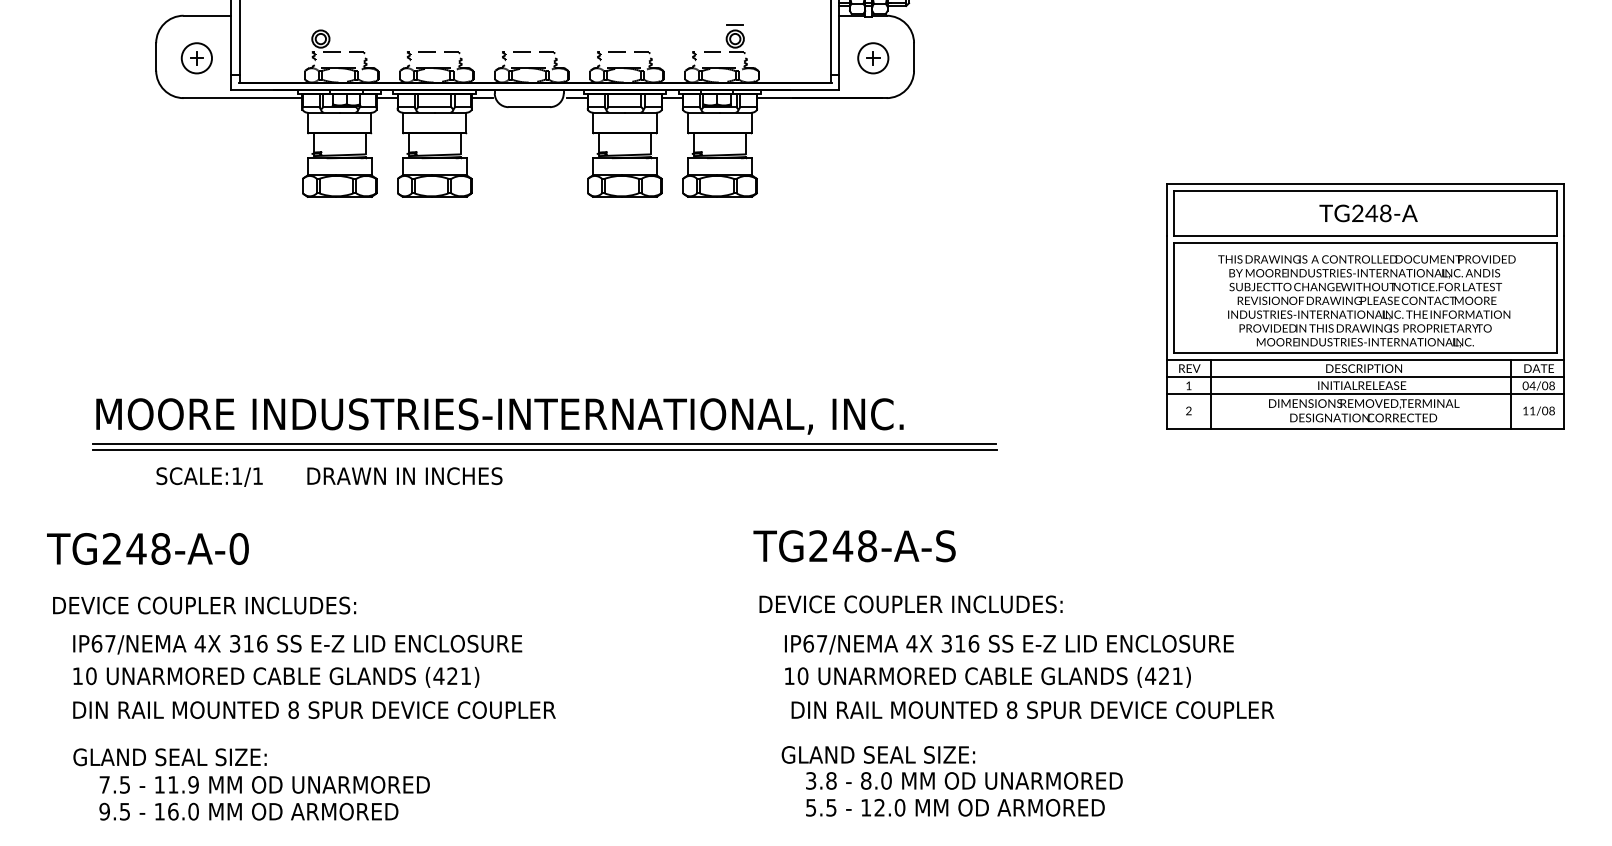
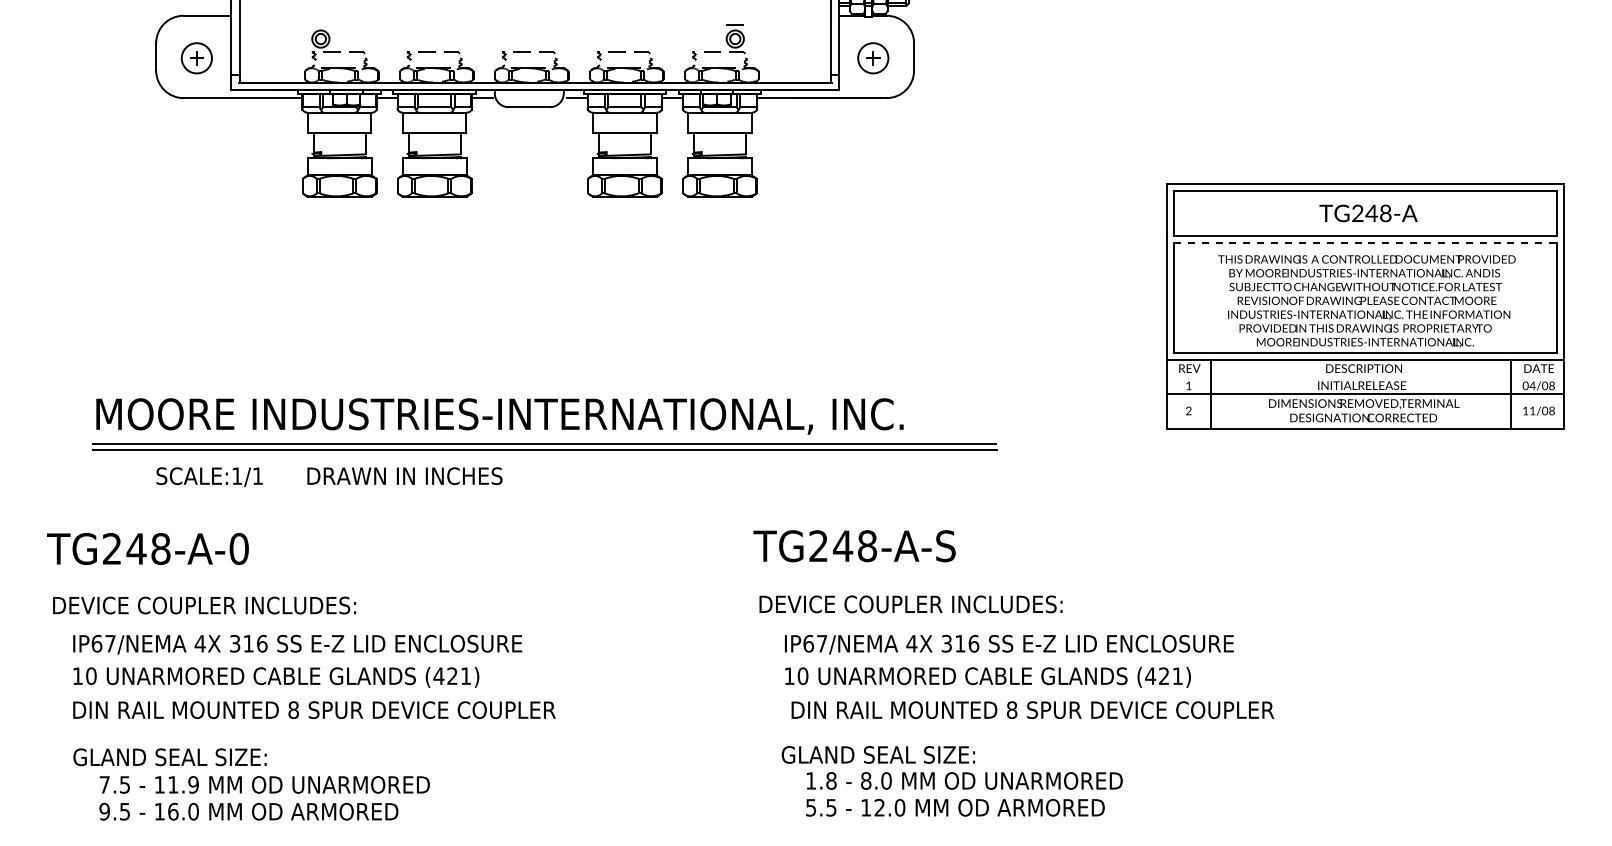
line at (1365, 242): solid -> dashed
line at (1364, 377): present -> none
text at (811, 780): 3.8 -> 1.8
